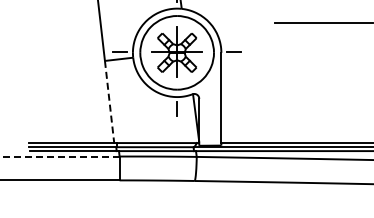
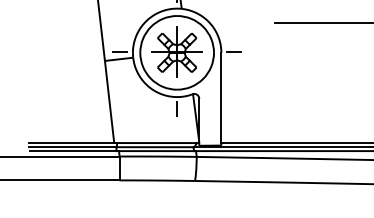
line at (109, 102): dashed -> solid
line at (59, 156): dashed -> solid
